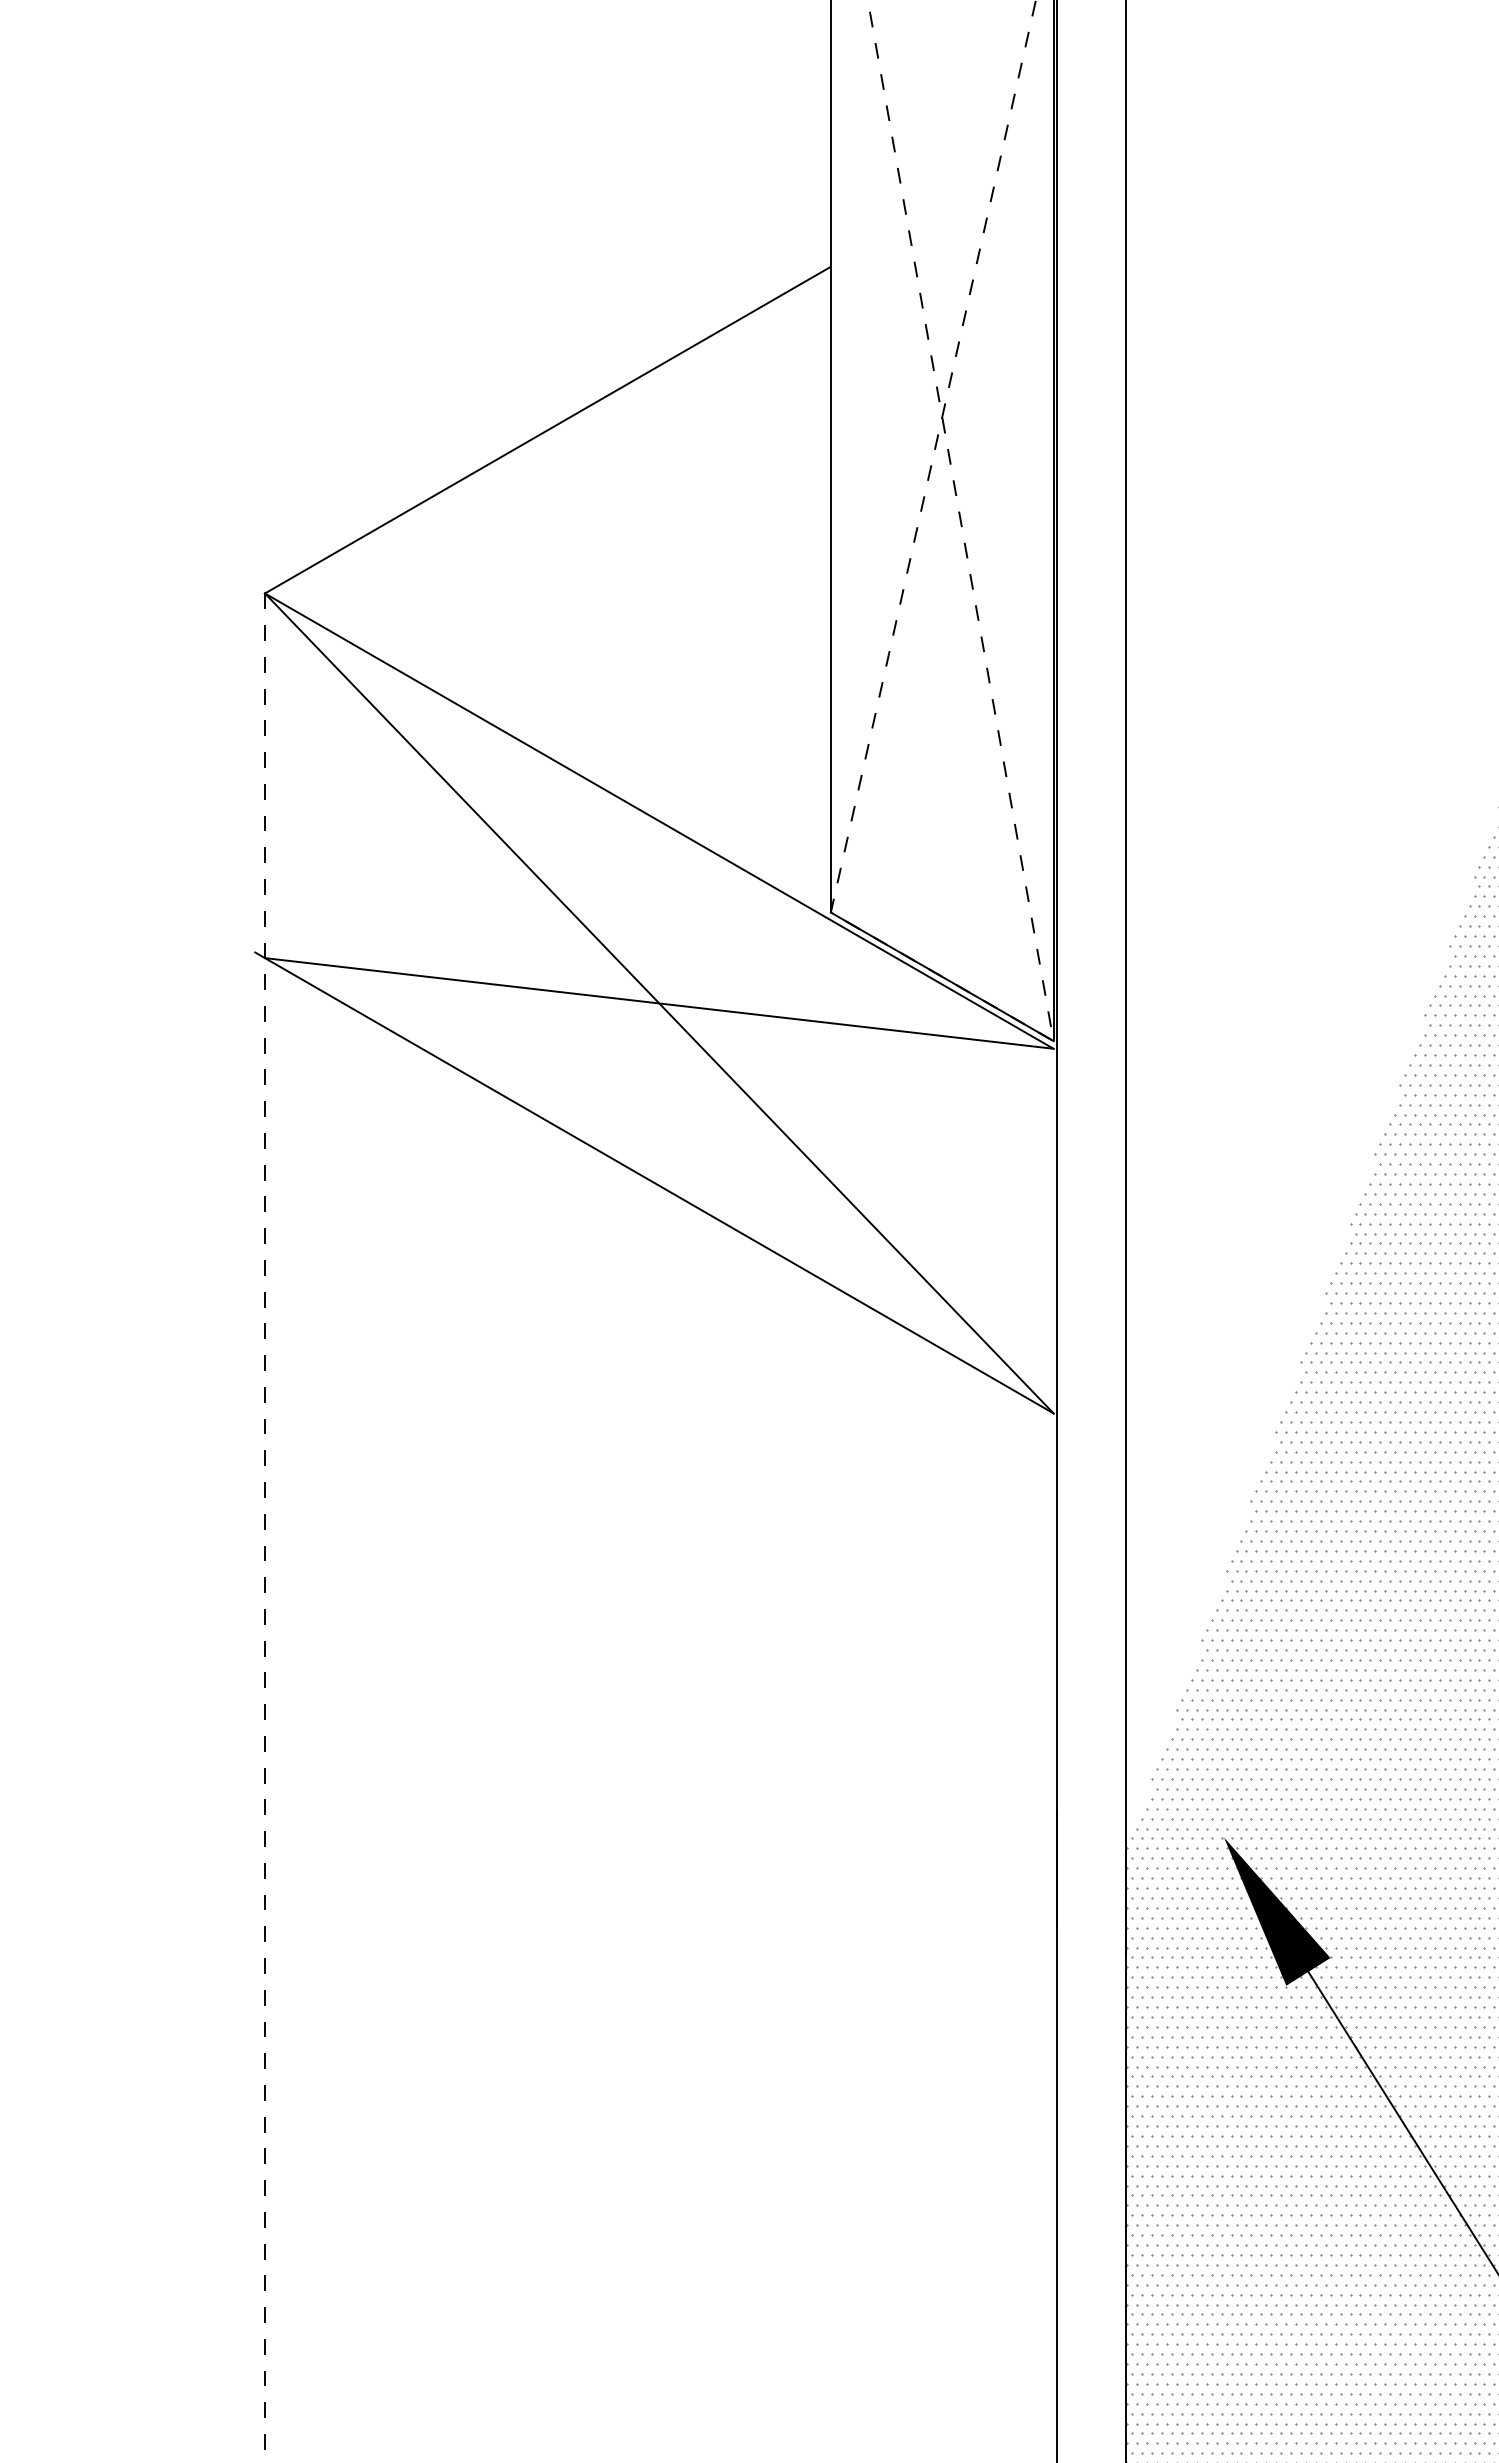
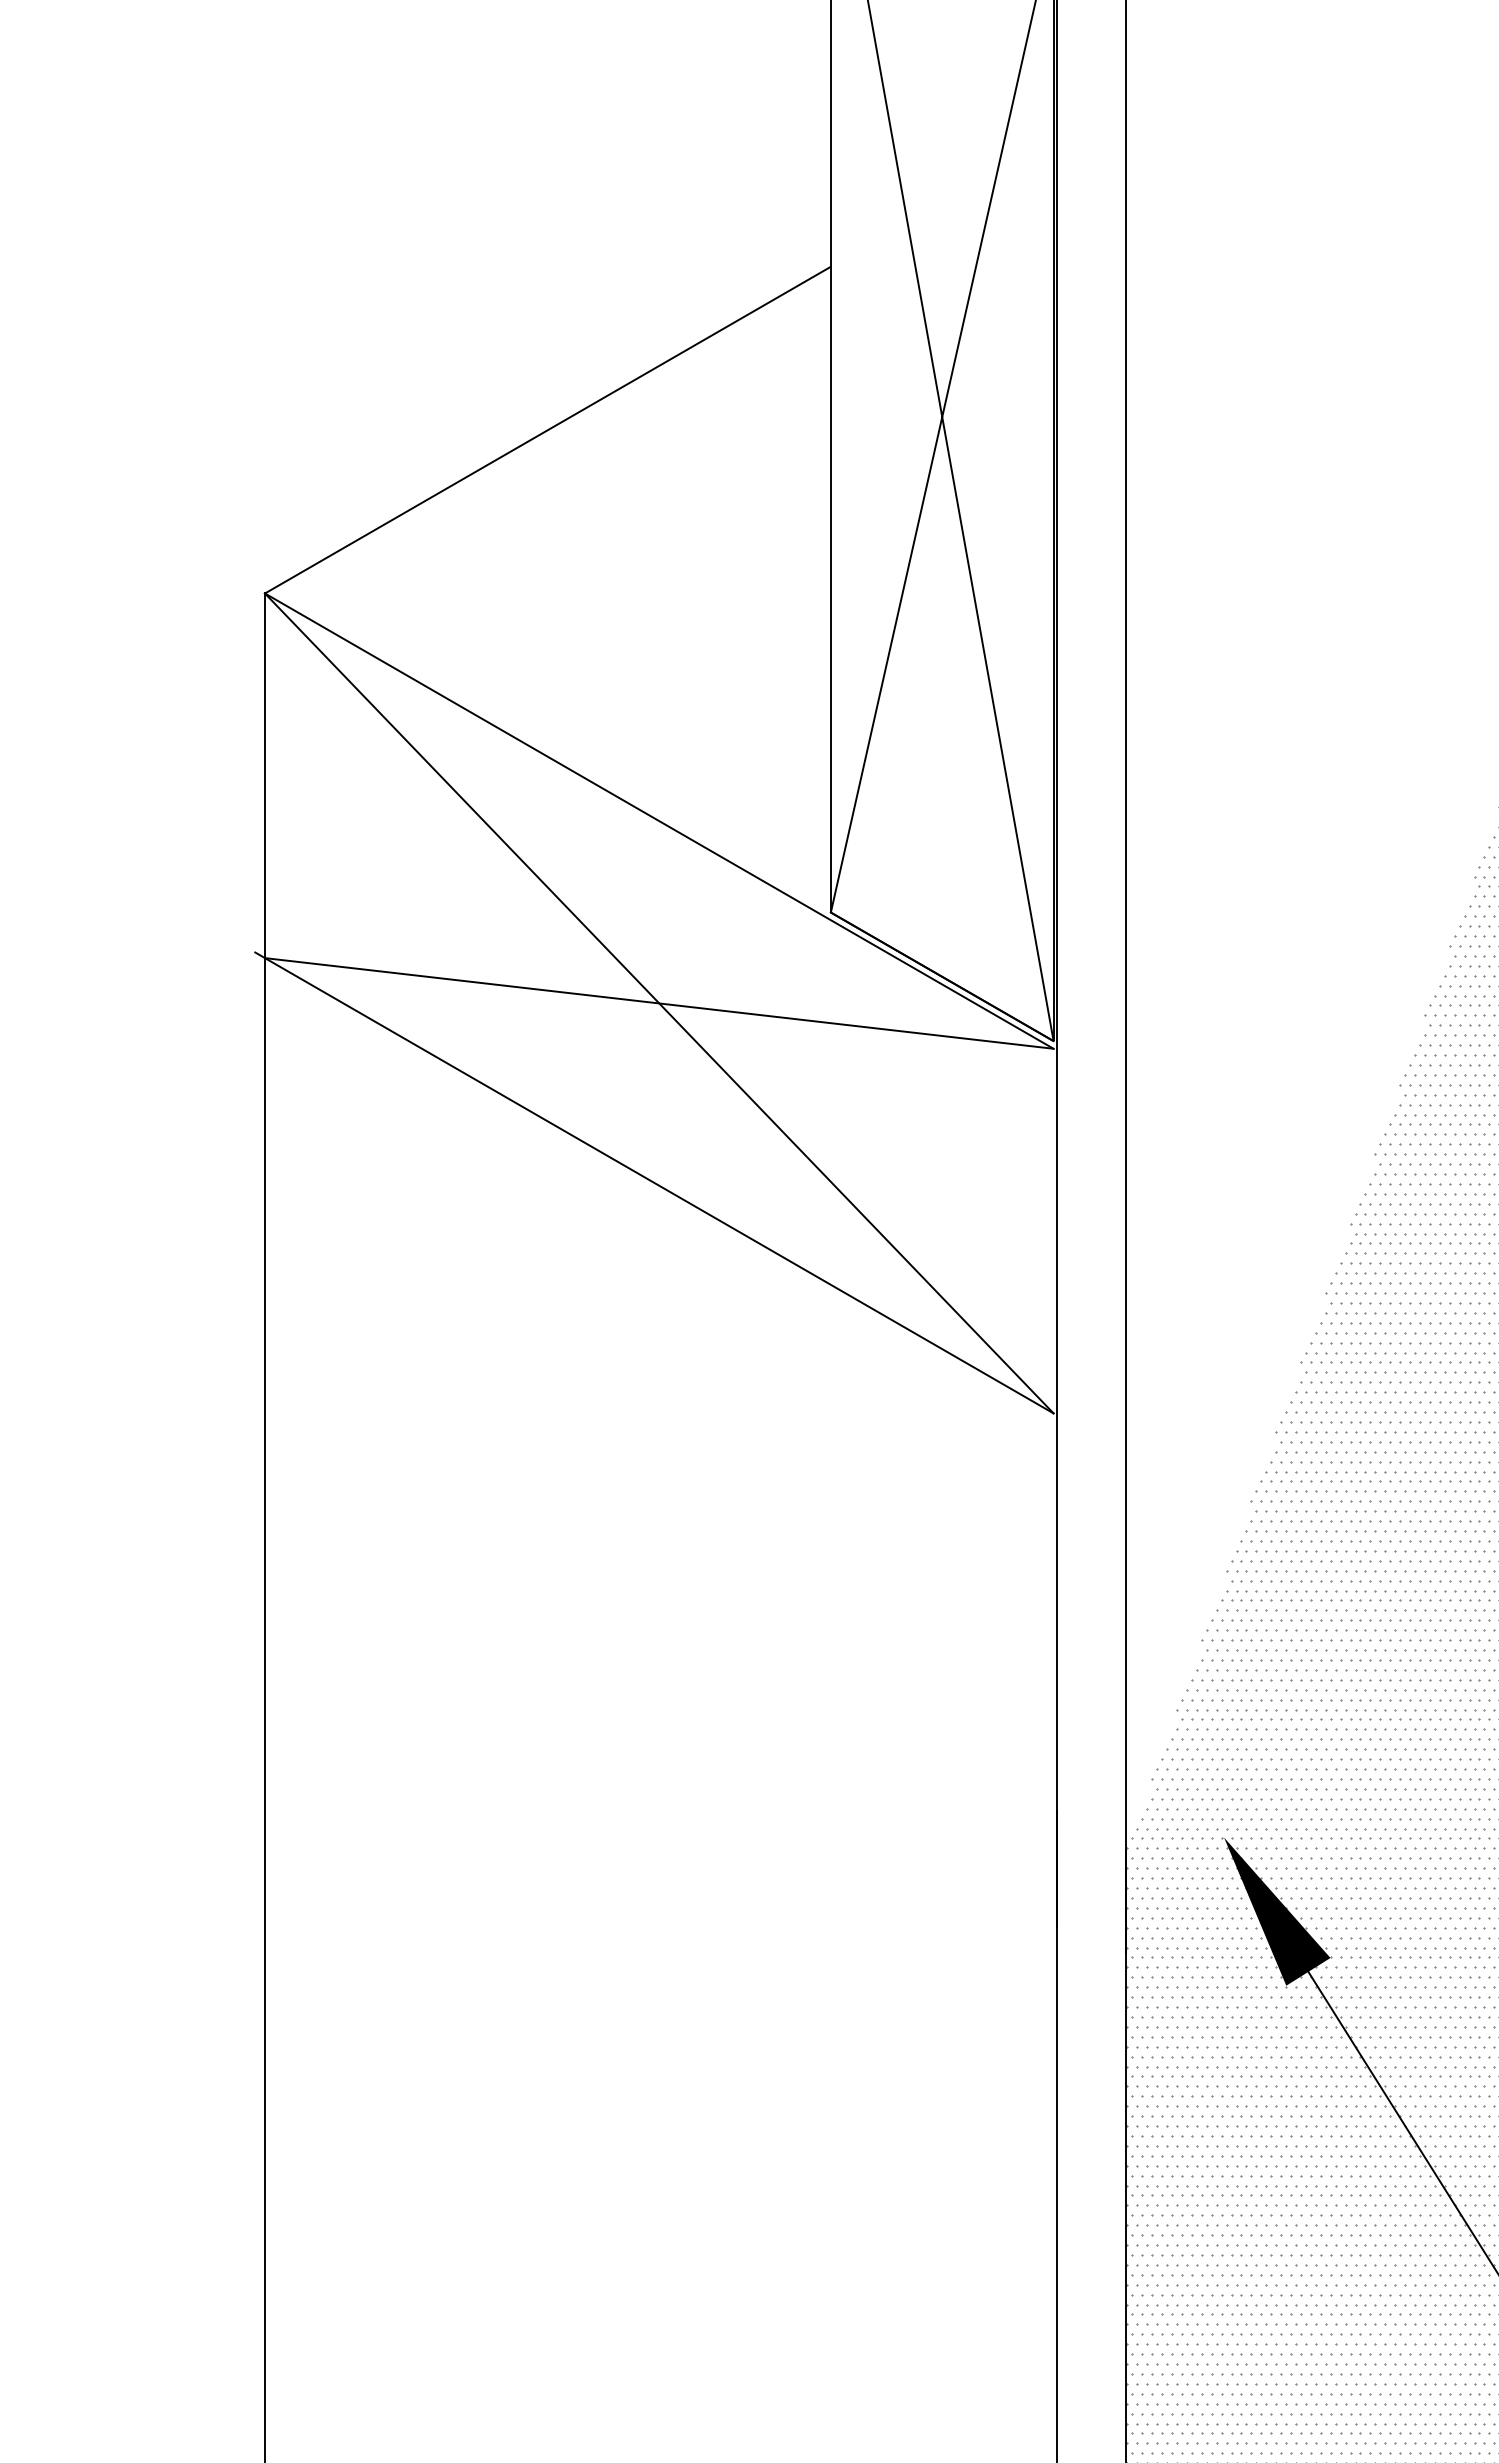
line at (994, 1007): dashed -> solid
line at (265, 1528): dashed -> solid
